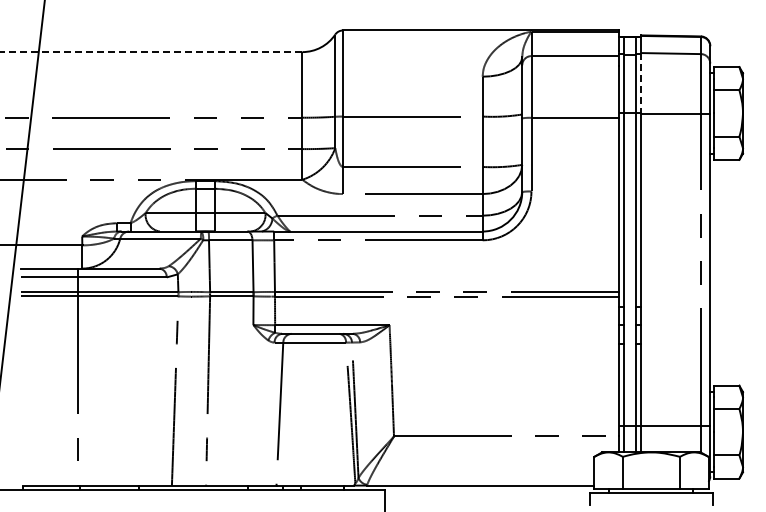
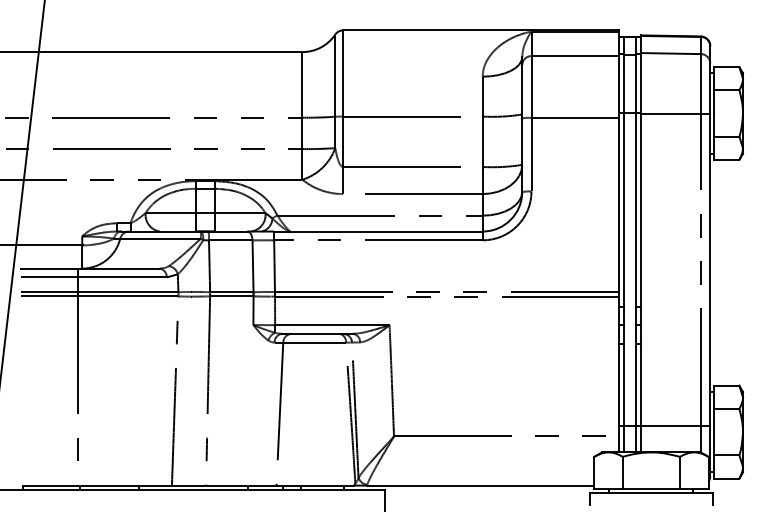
line at (151, 52): dashed -> solid
line at (641, 83): dashed -> solid
